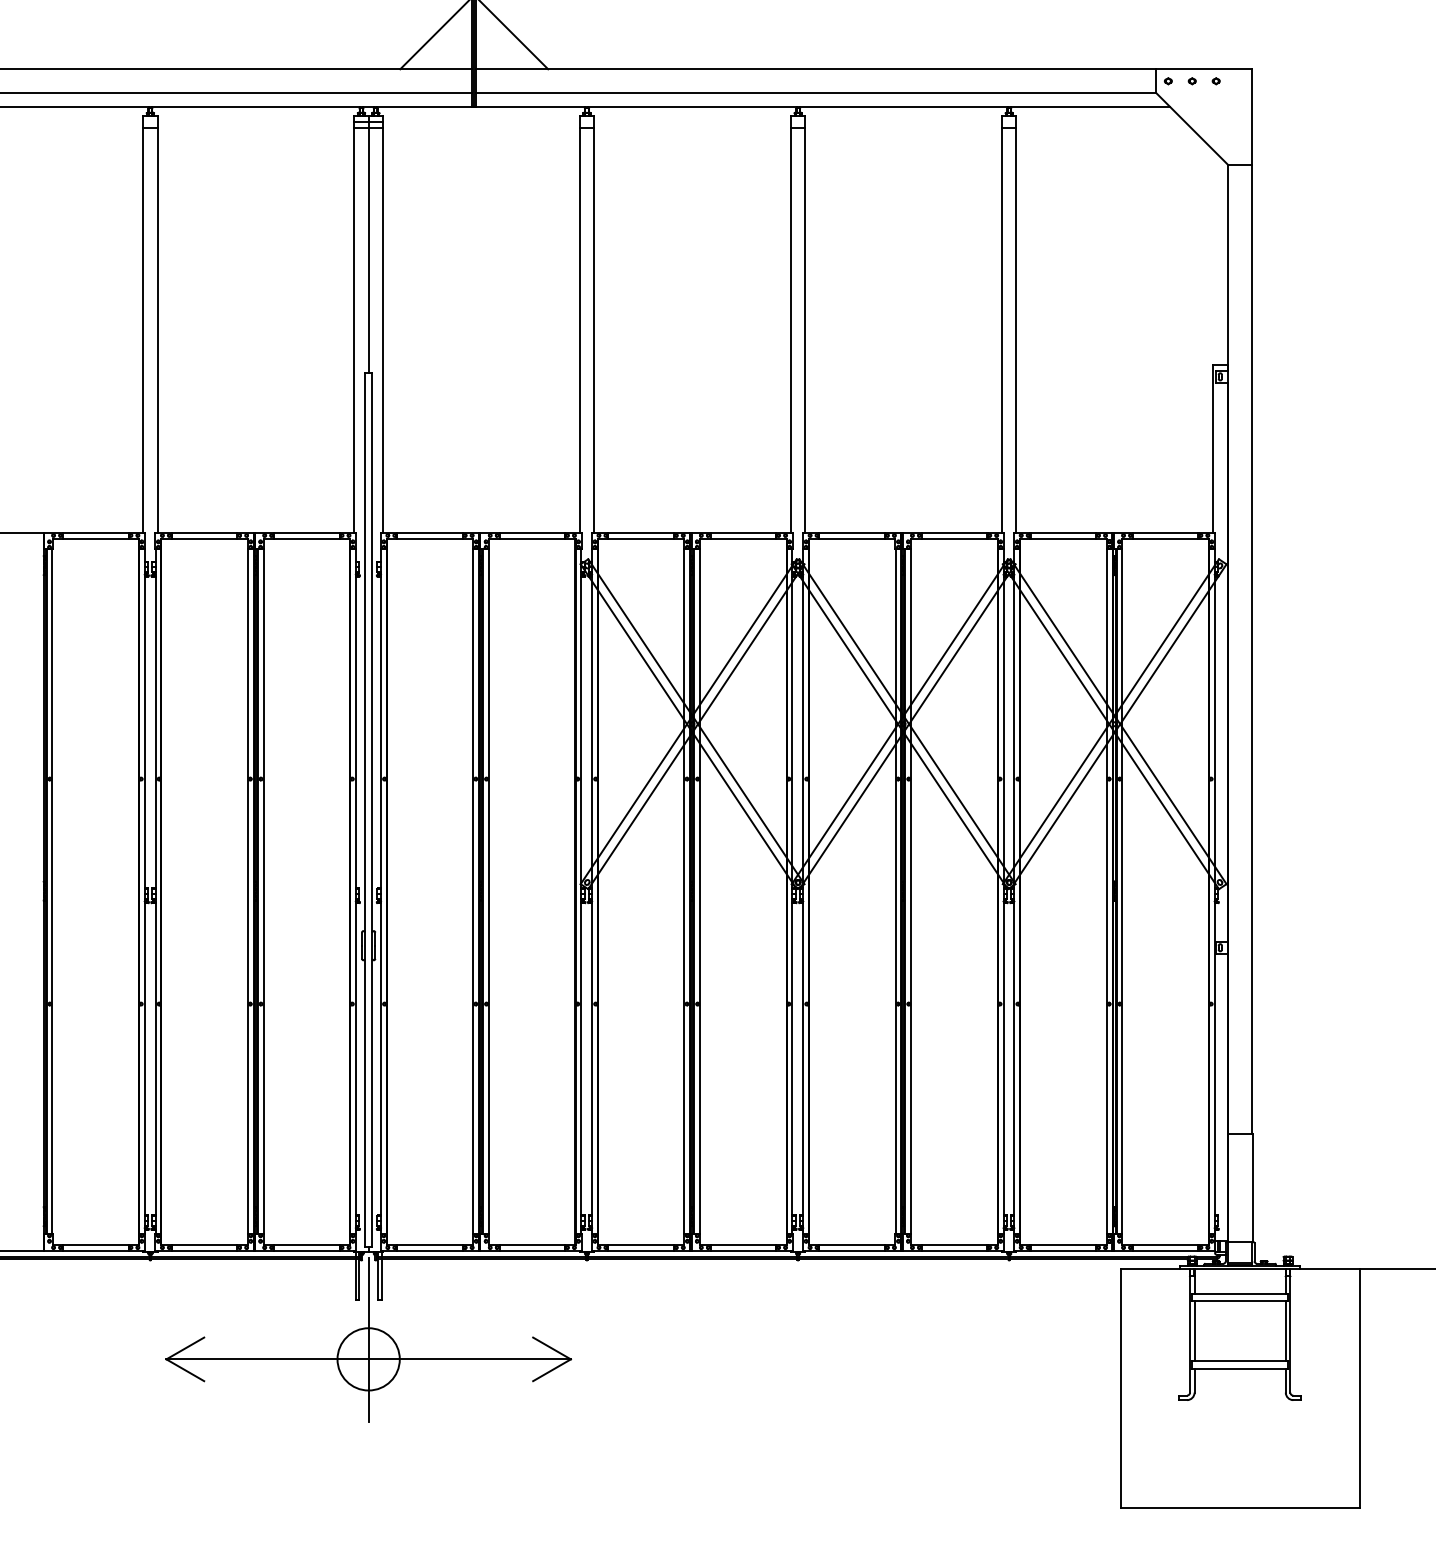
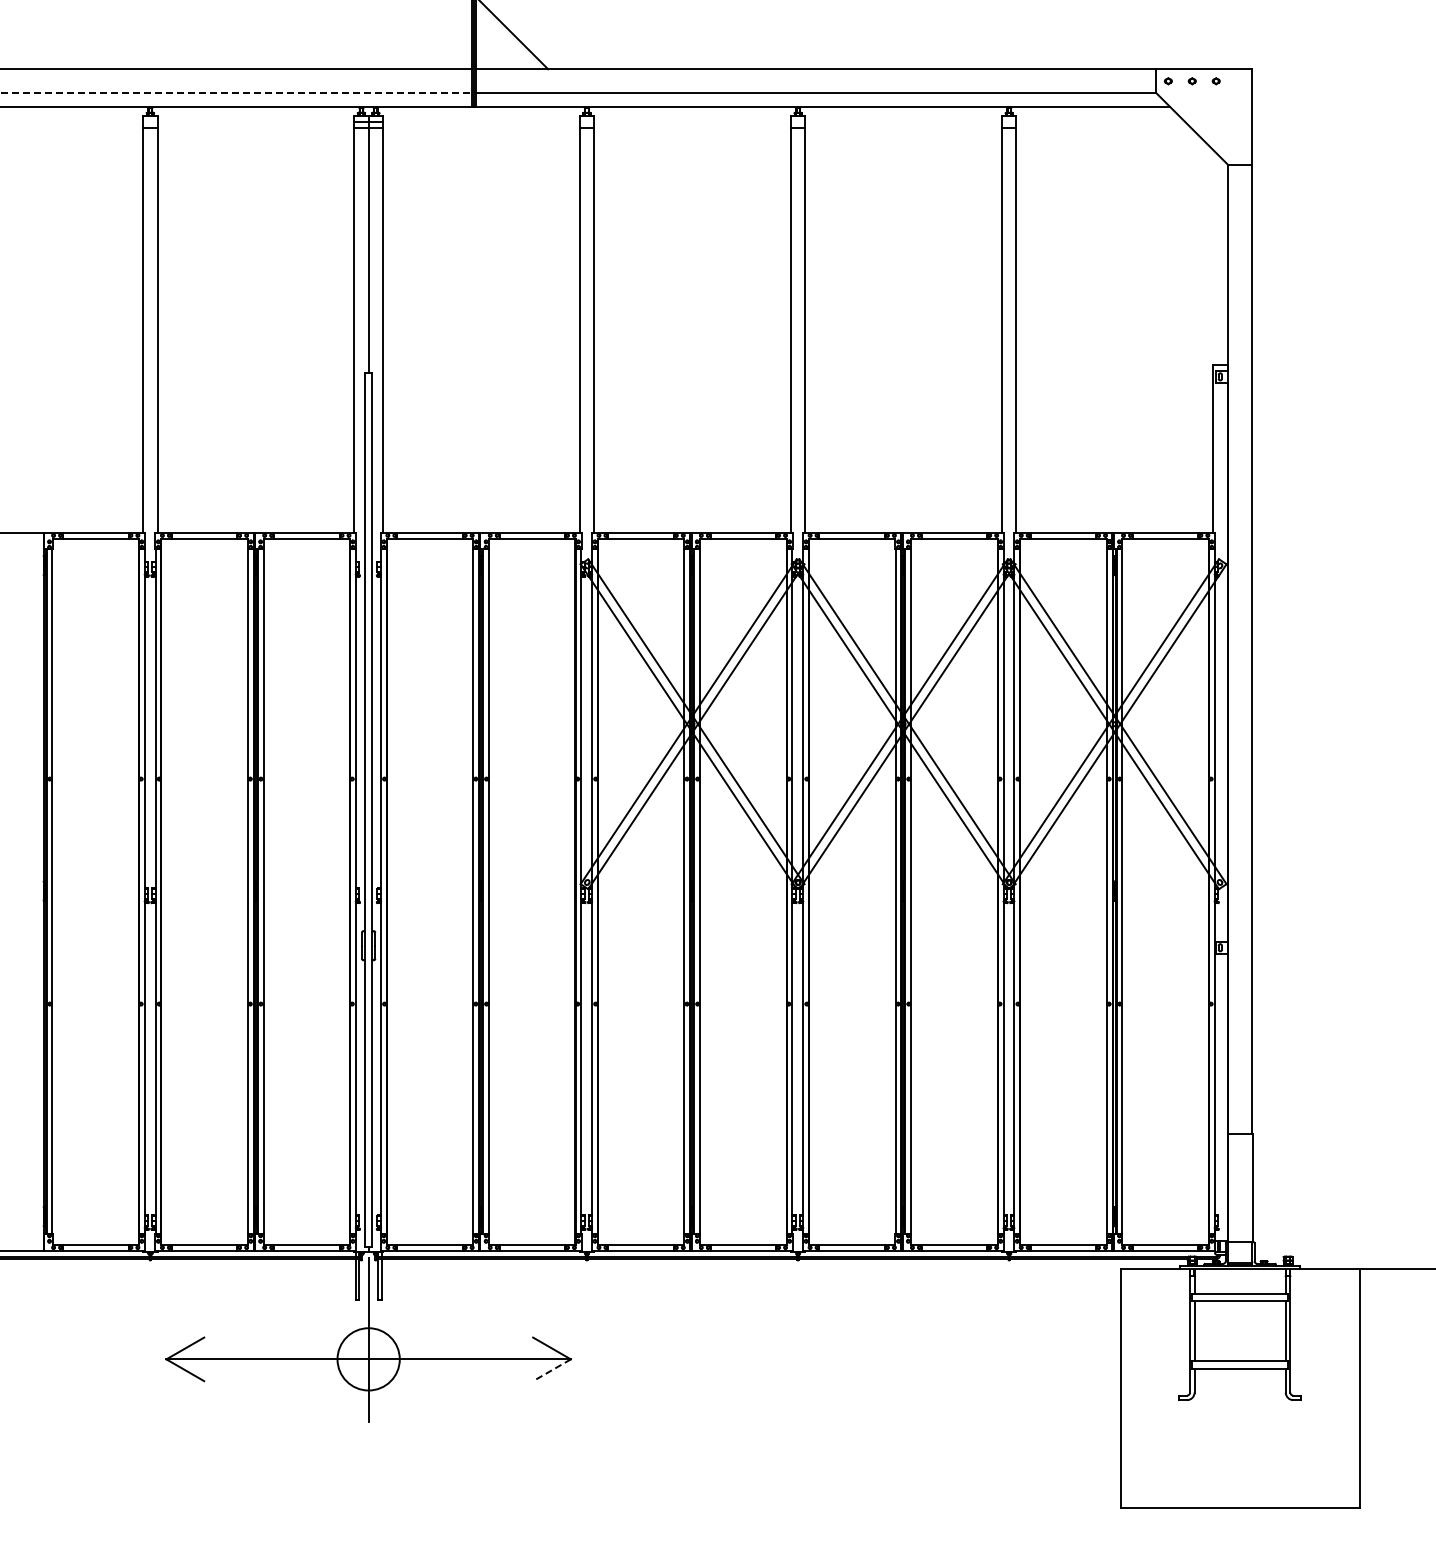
line at (433, 35): present -> none
line at (236, 93): solid -> dashed
line at (552, 1370): solid -> dashed
